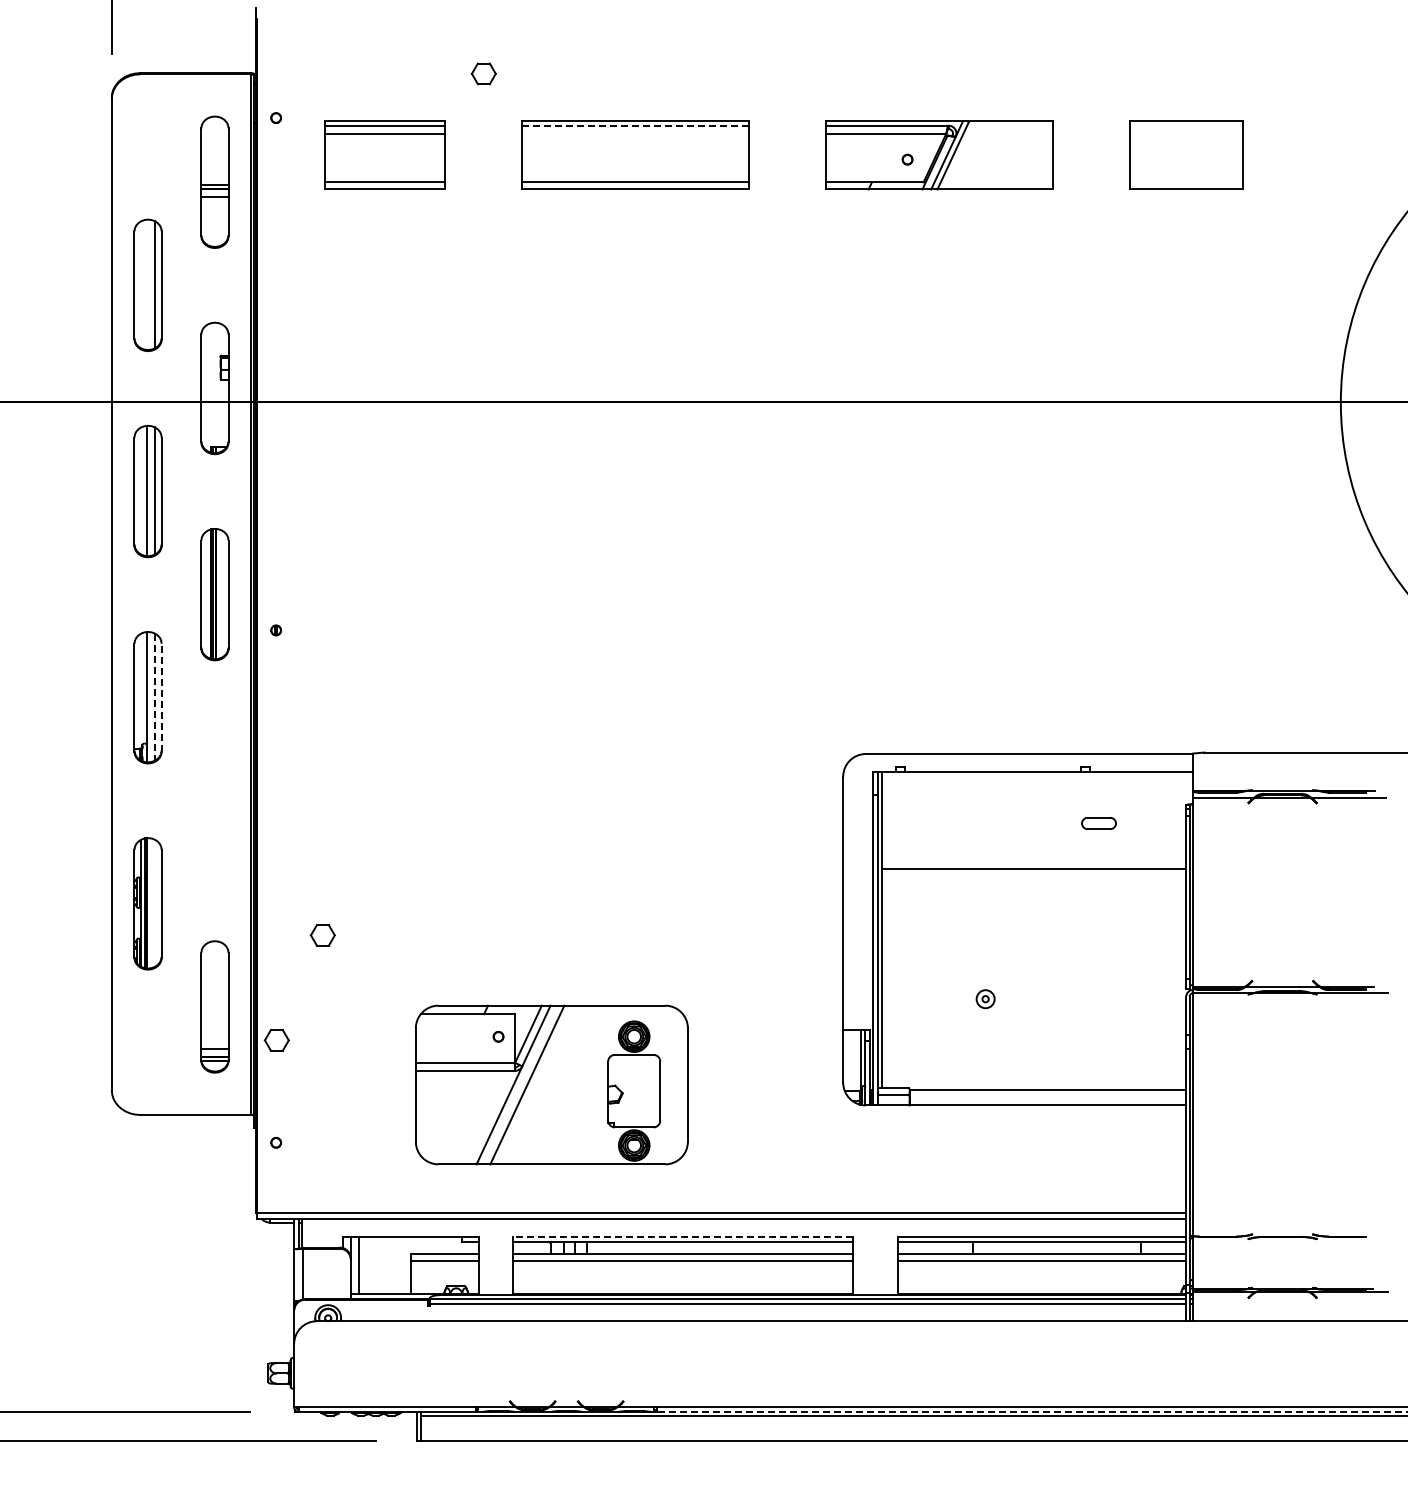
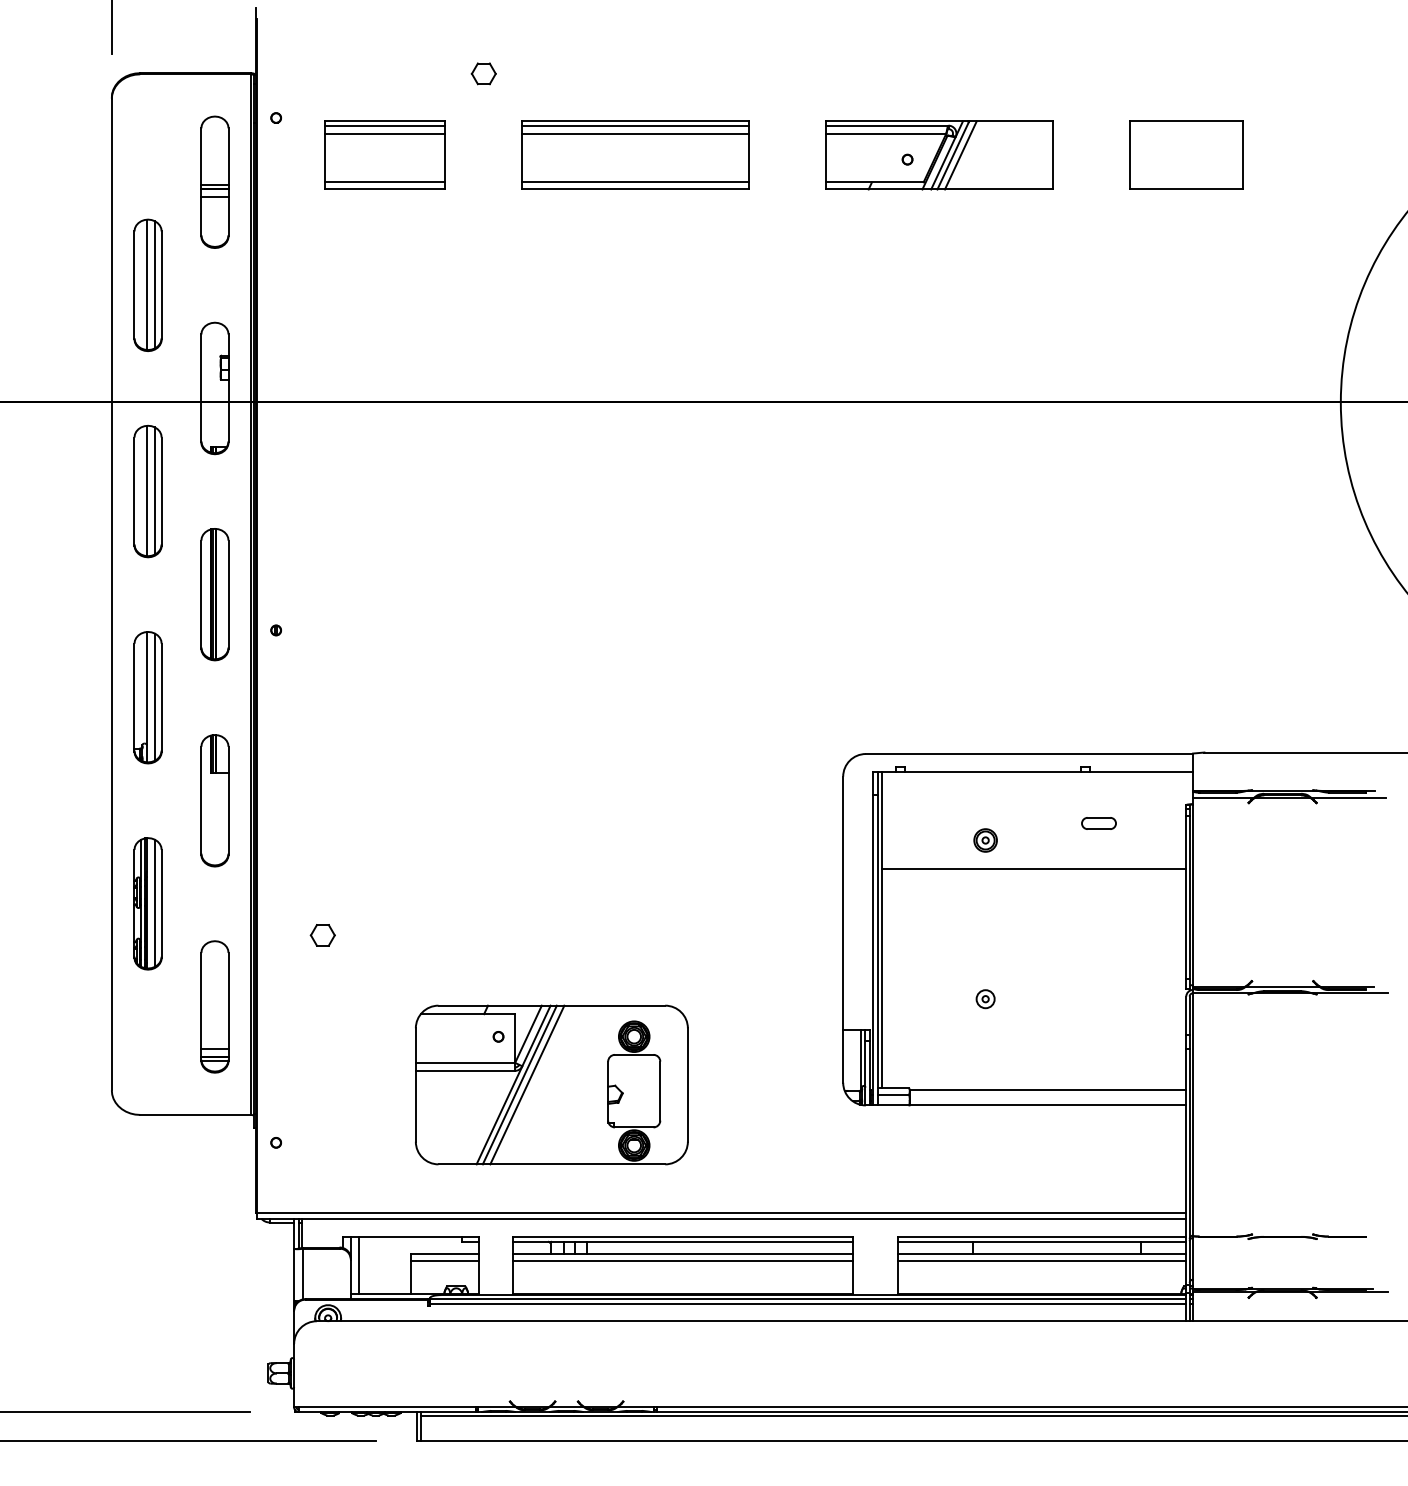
line at (636, 125): dashed -> solid
line at (635, 133): none -> present
line at (960, 155): none -> present
line at (146, 284): none -> present
line at (154, 697): dashed -> solid
line at (161, 697): dashed -> solid
part at (214, 800): none -> present
part at (985, 840): none -> present
line at (154, 902): none -> present
part at (276, 1040): present -> none
line at (519, 1084): none -> present
line at (682, 1237): dashed -> solid
line at (1031, 1411): dashed -> solid
